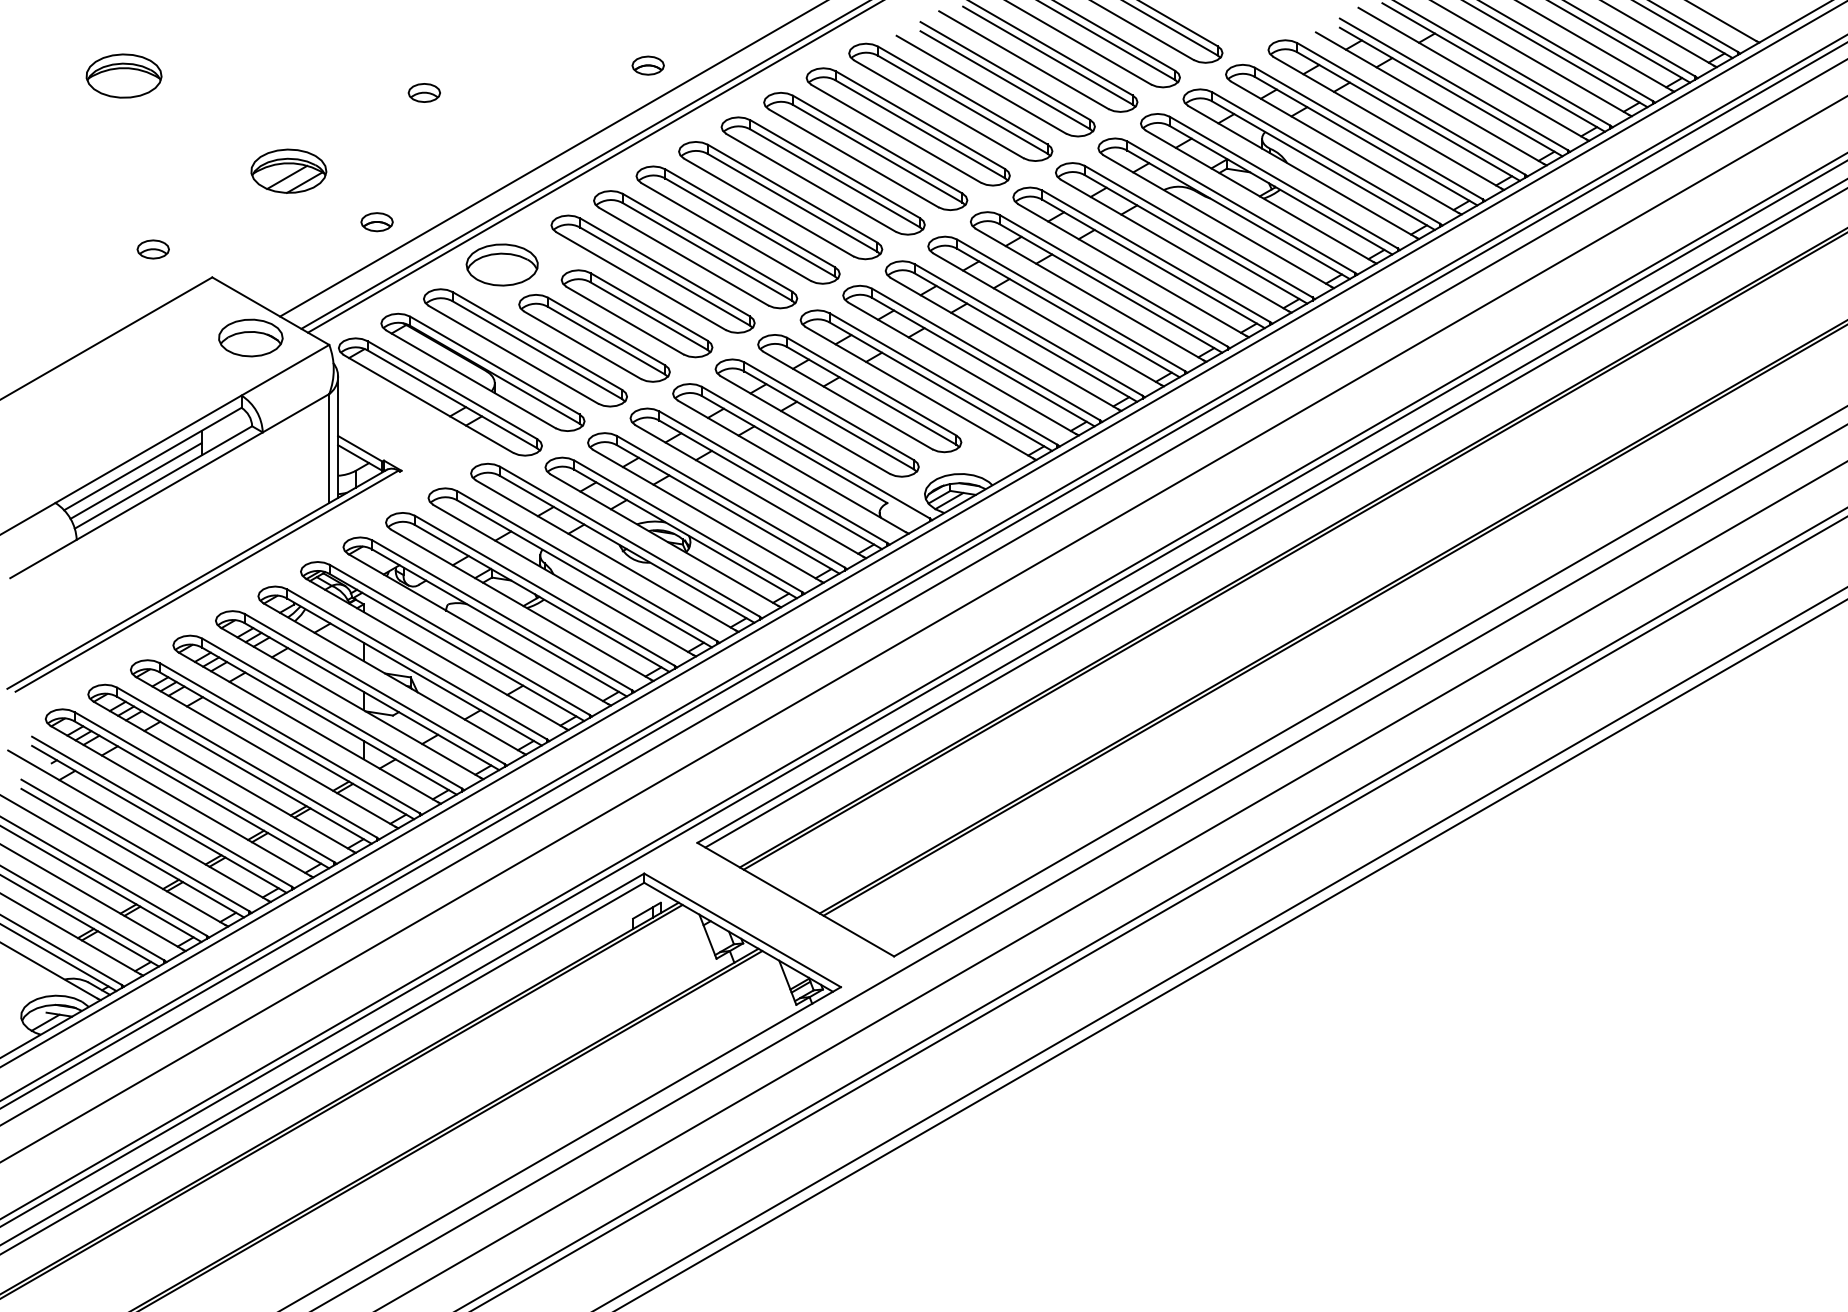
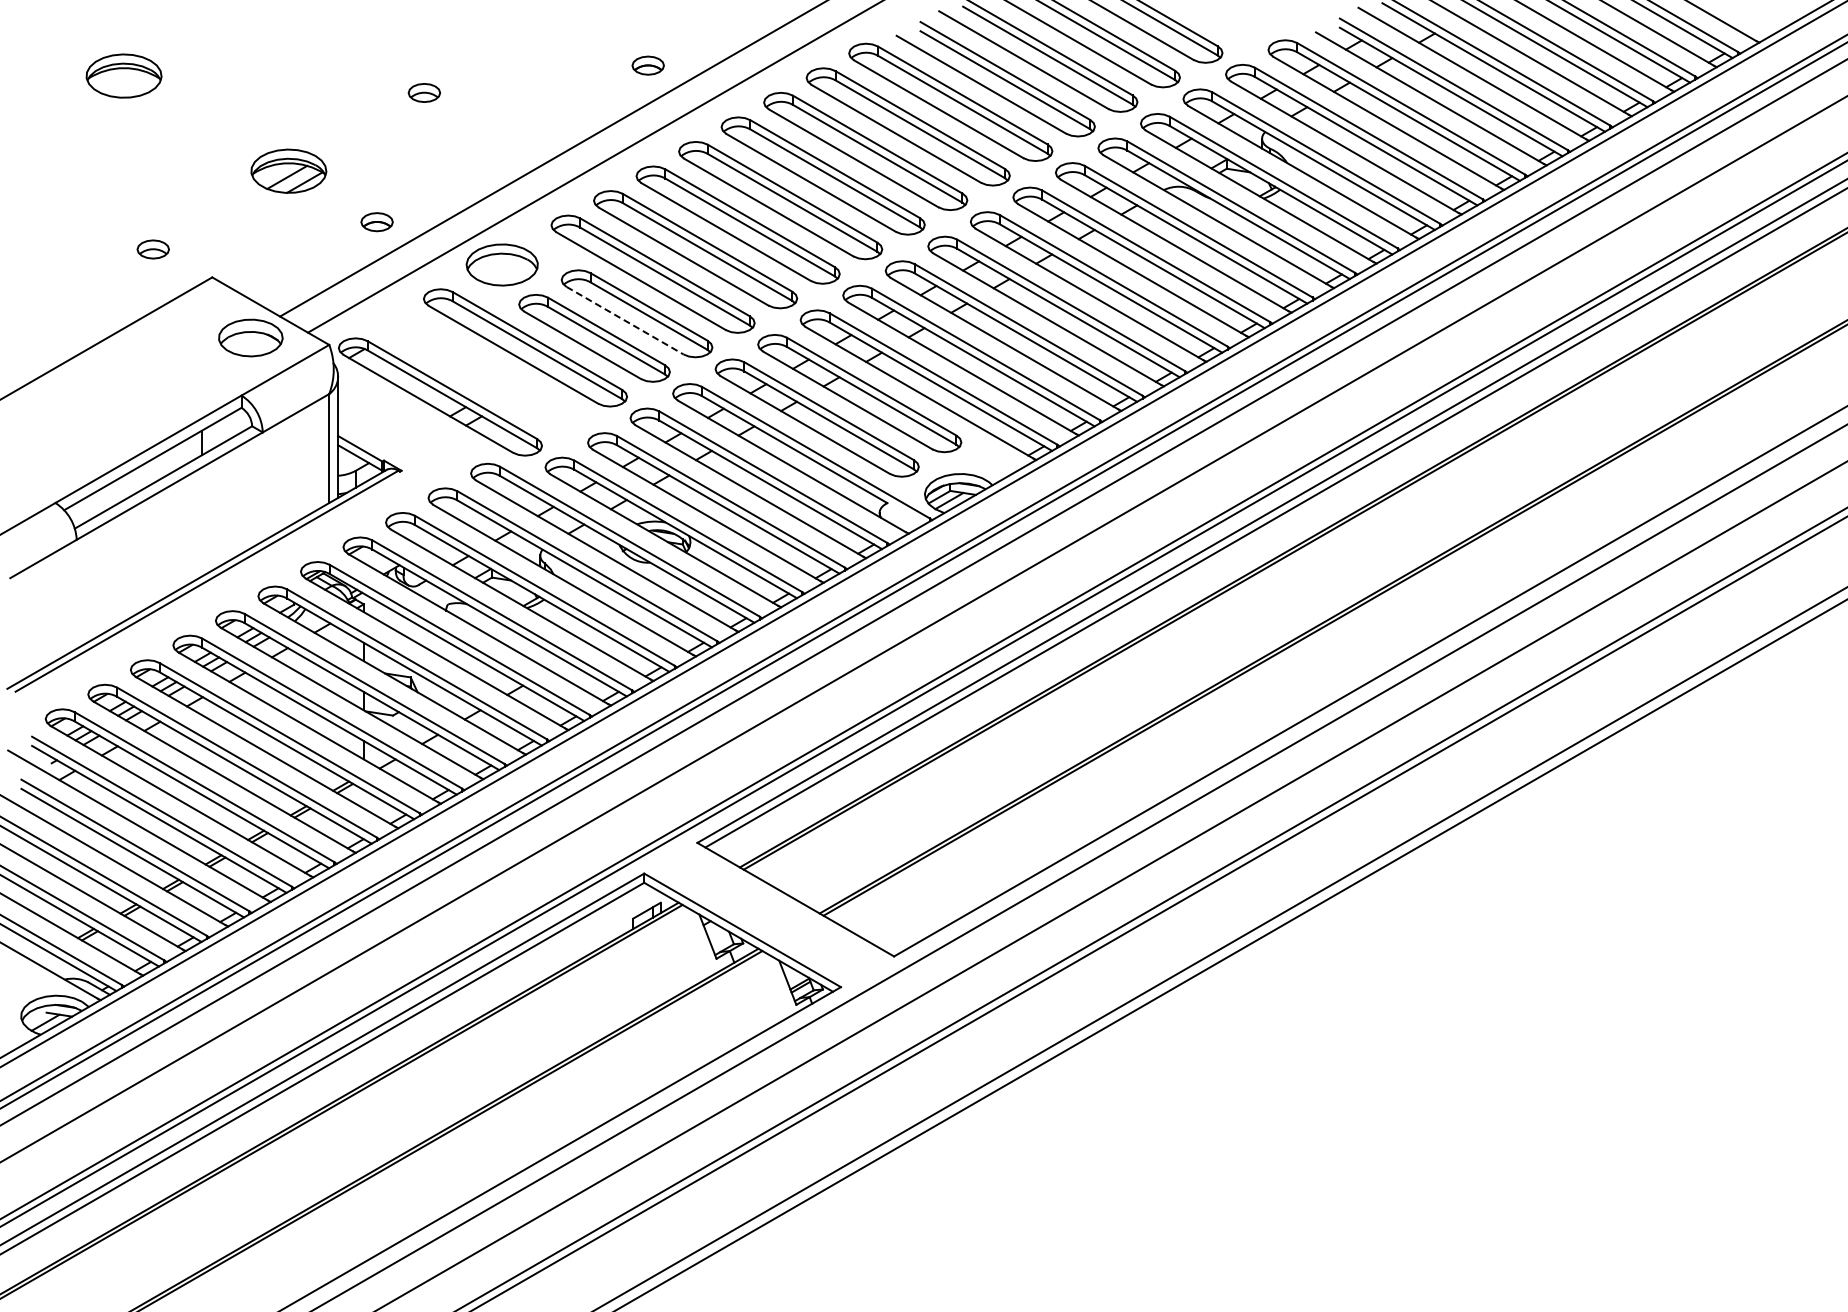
line at (583, 165): present -> none
line at (625, 320): solid -> dashed
part at (482, 371): present -> none
line at (135, 480): present -> none
